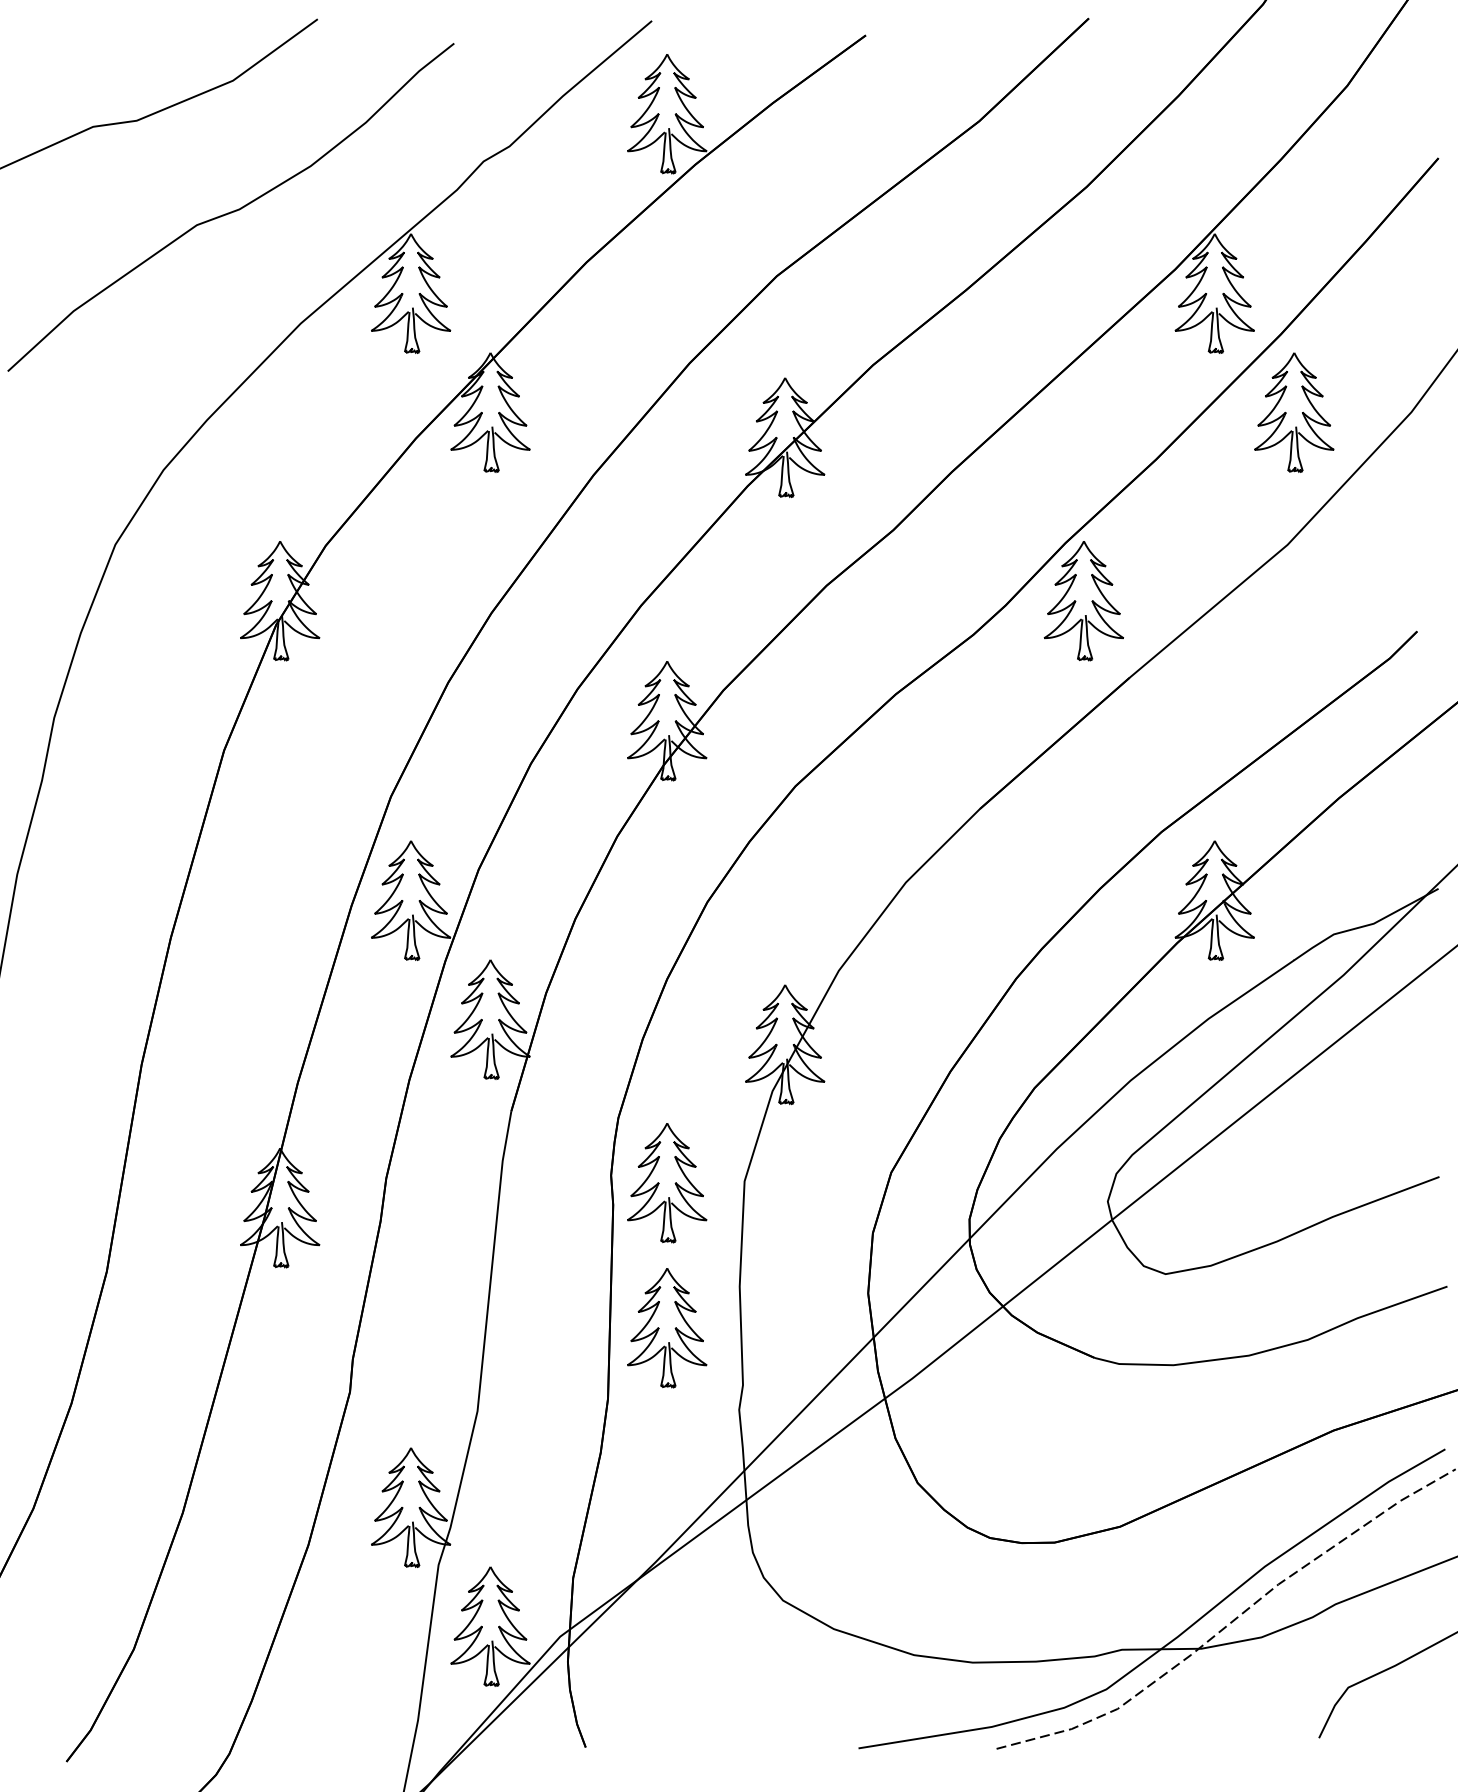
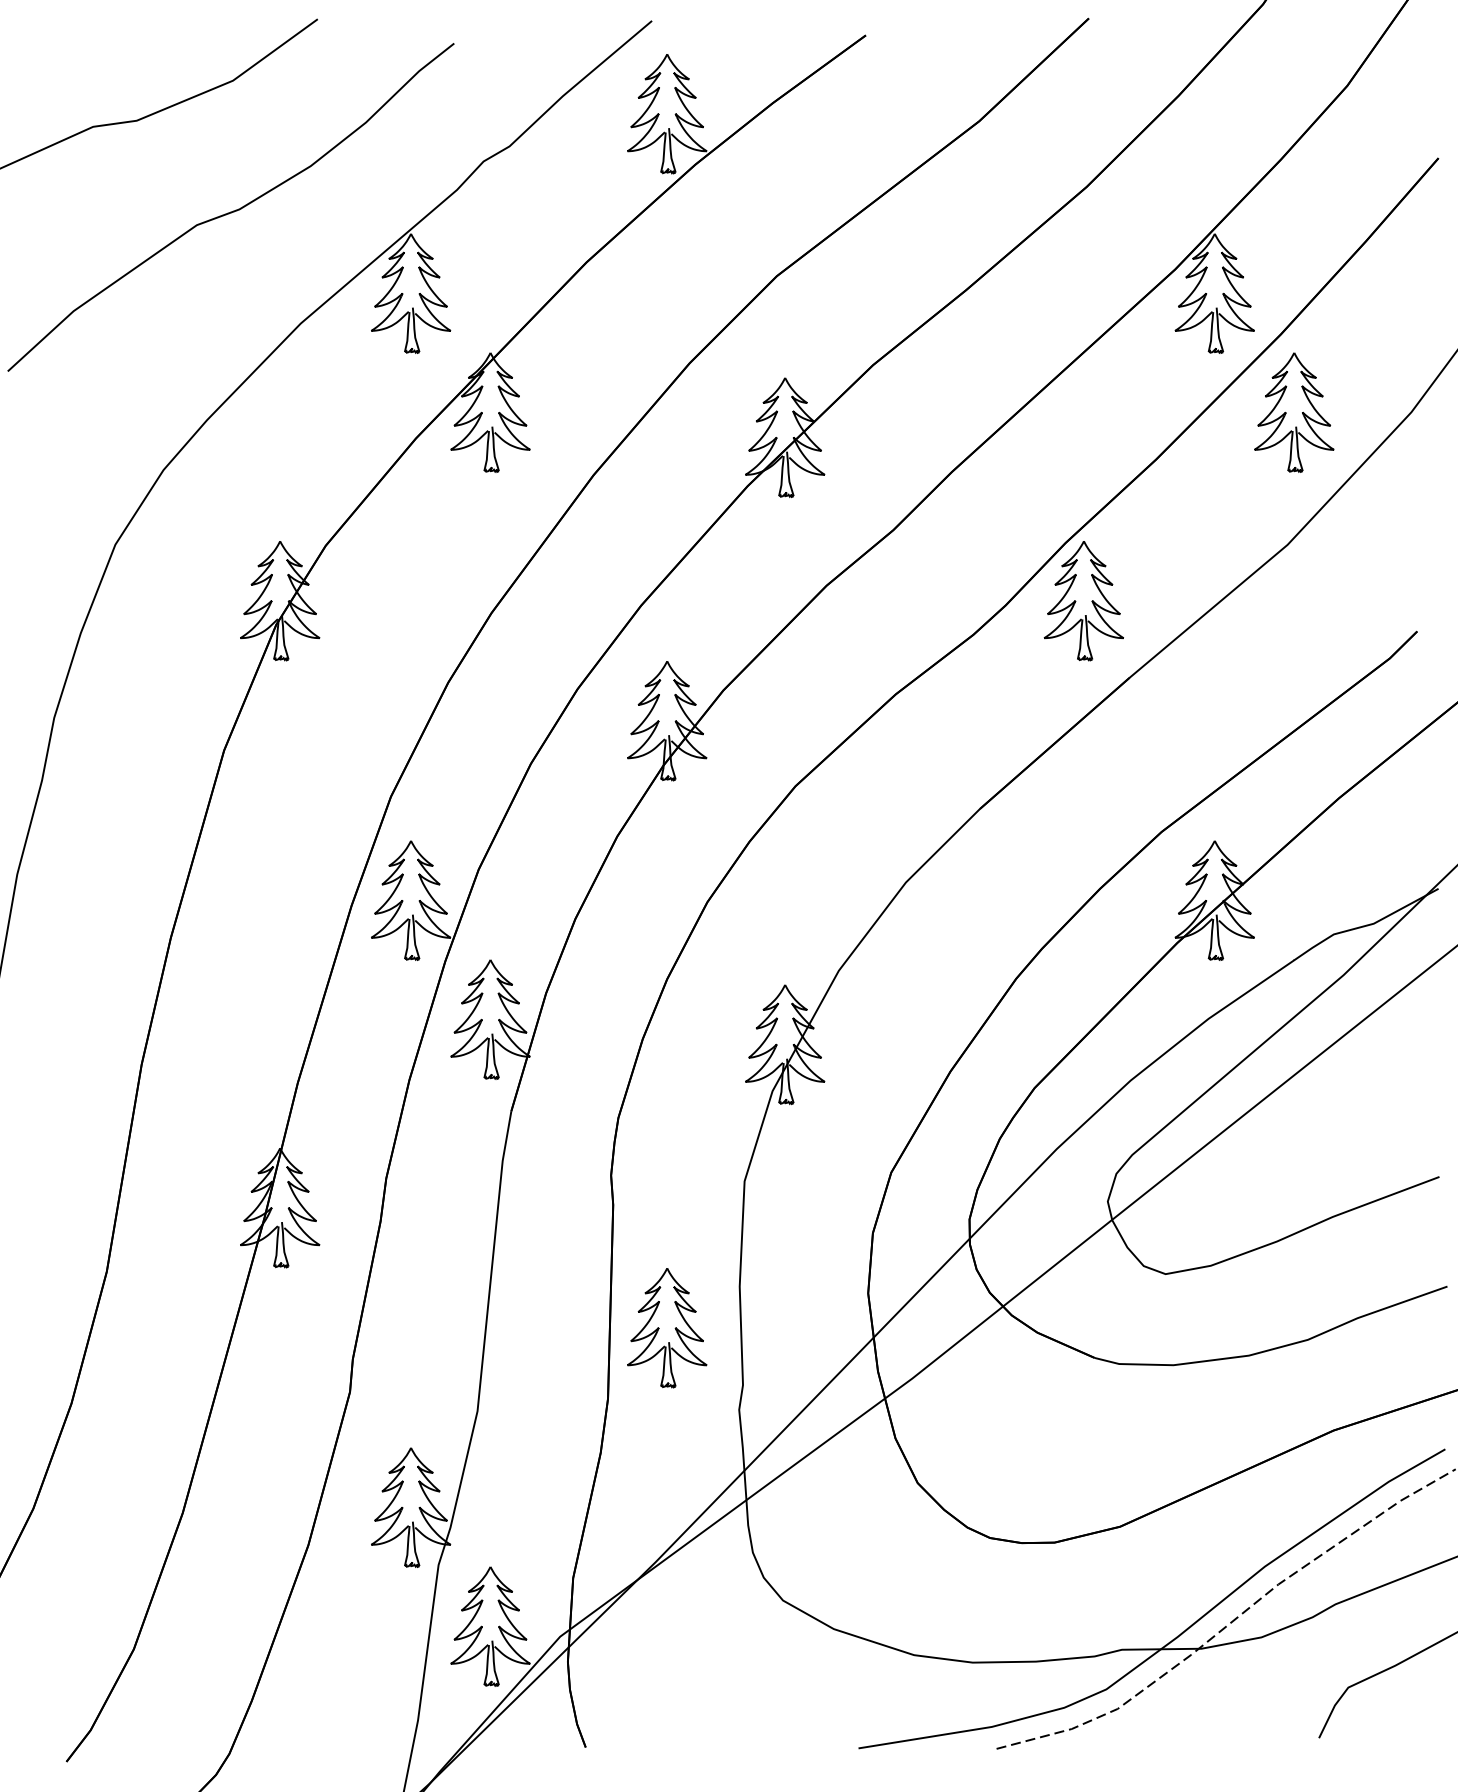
part at (667, 1183): present -> none
